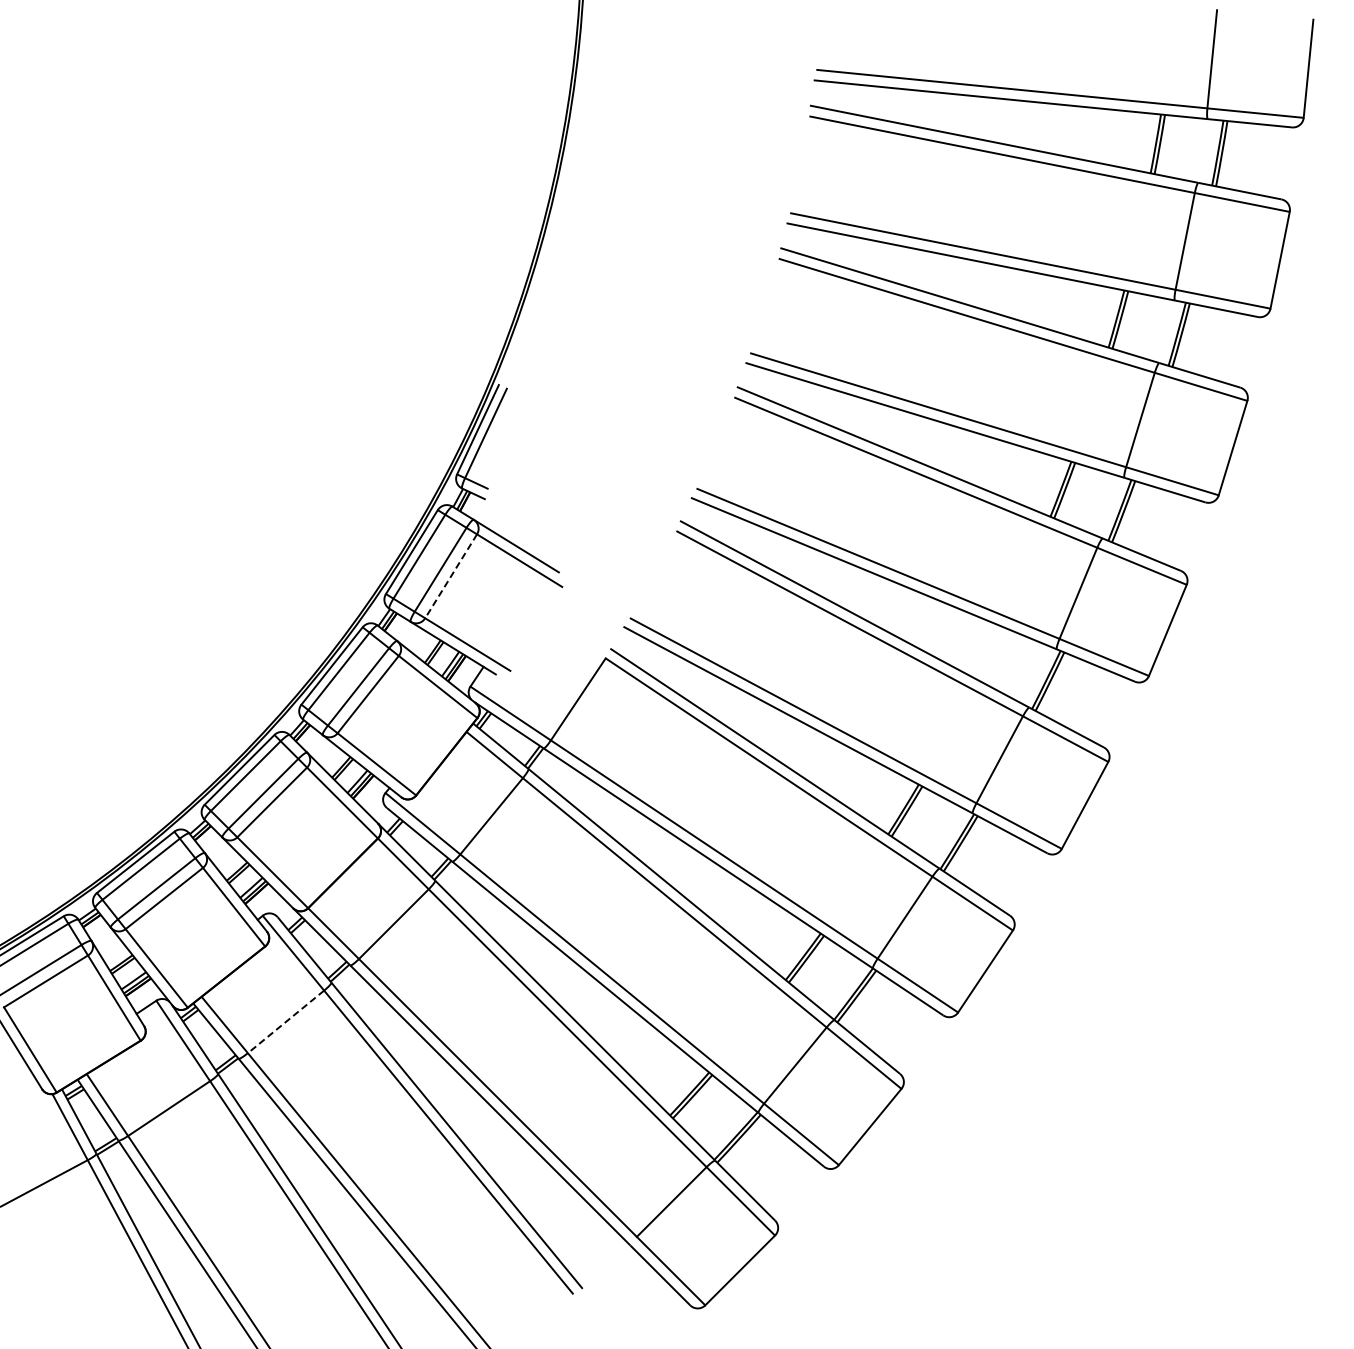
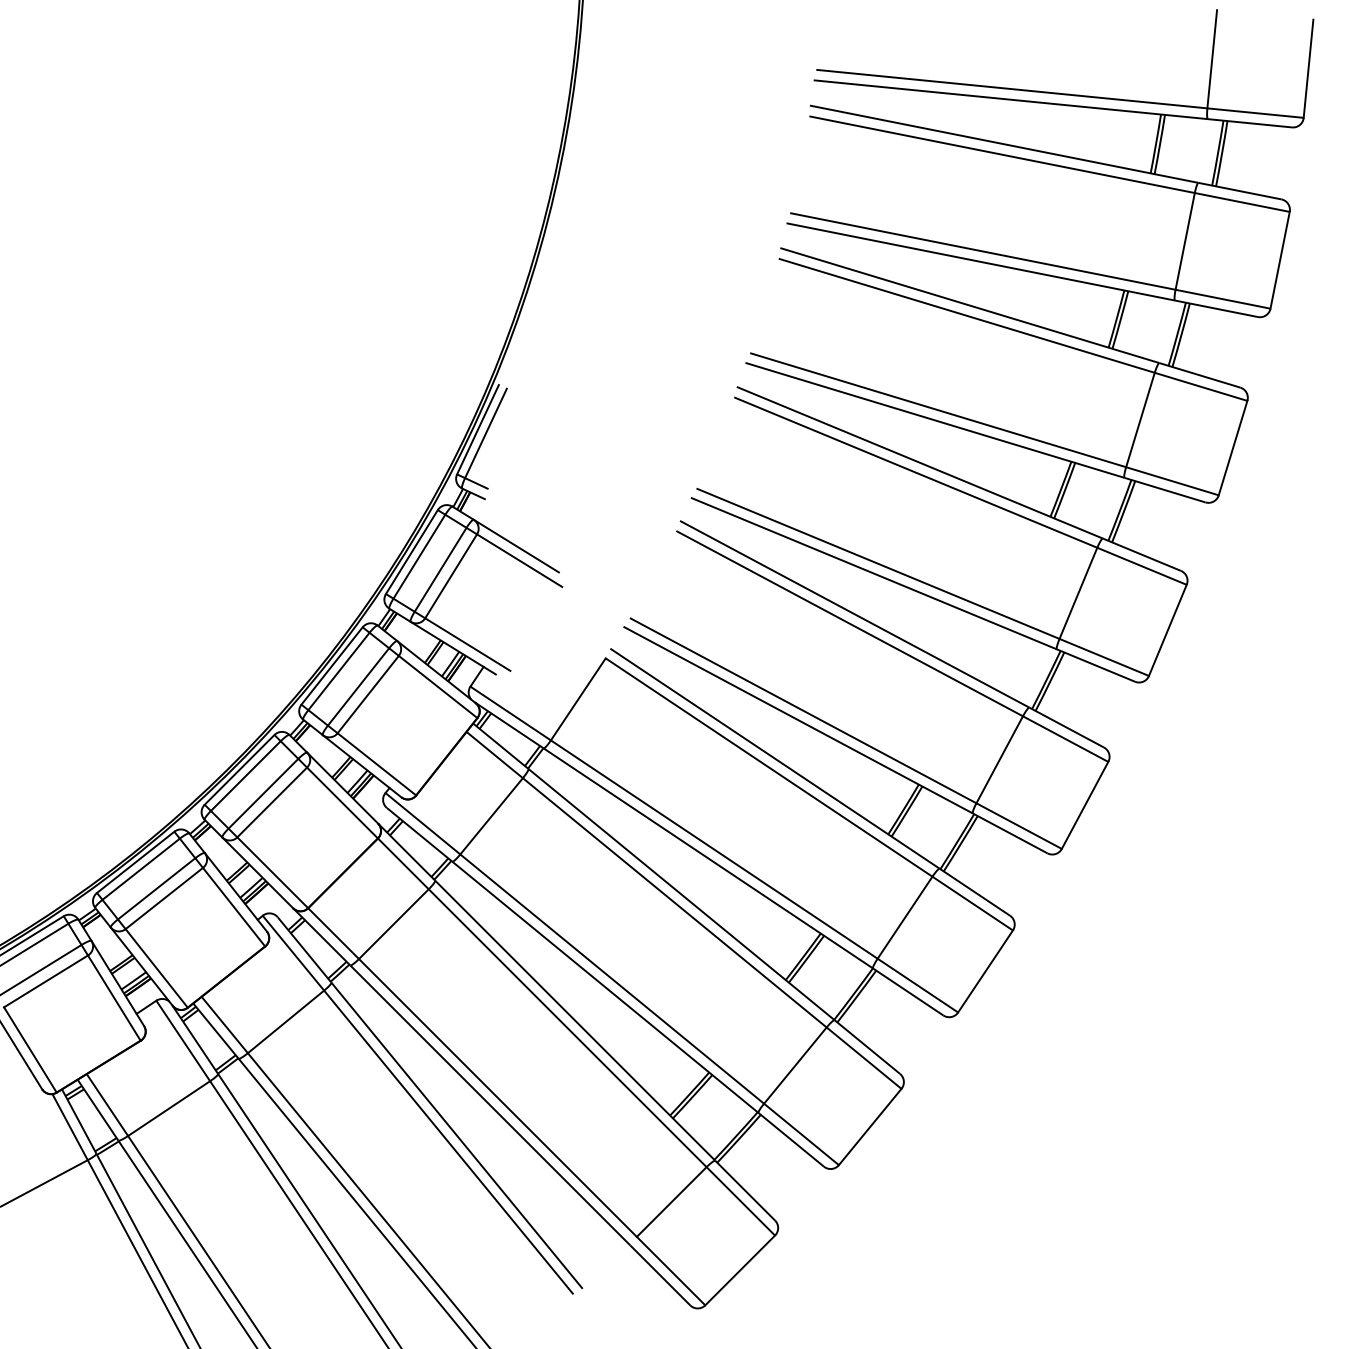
line at (450, 576): dashed -> solid
line at (285, 1022): dashed -> solid
